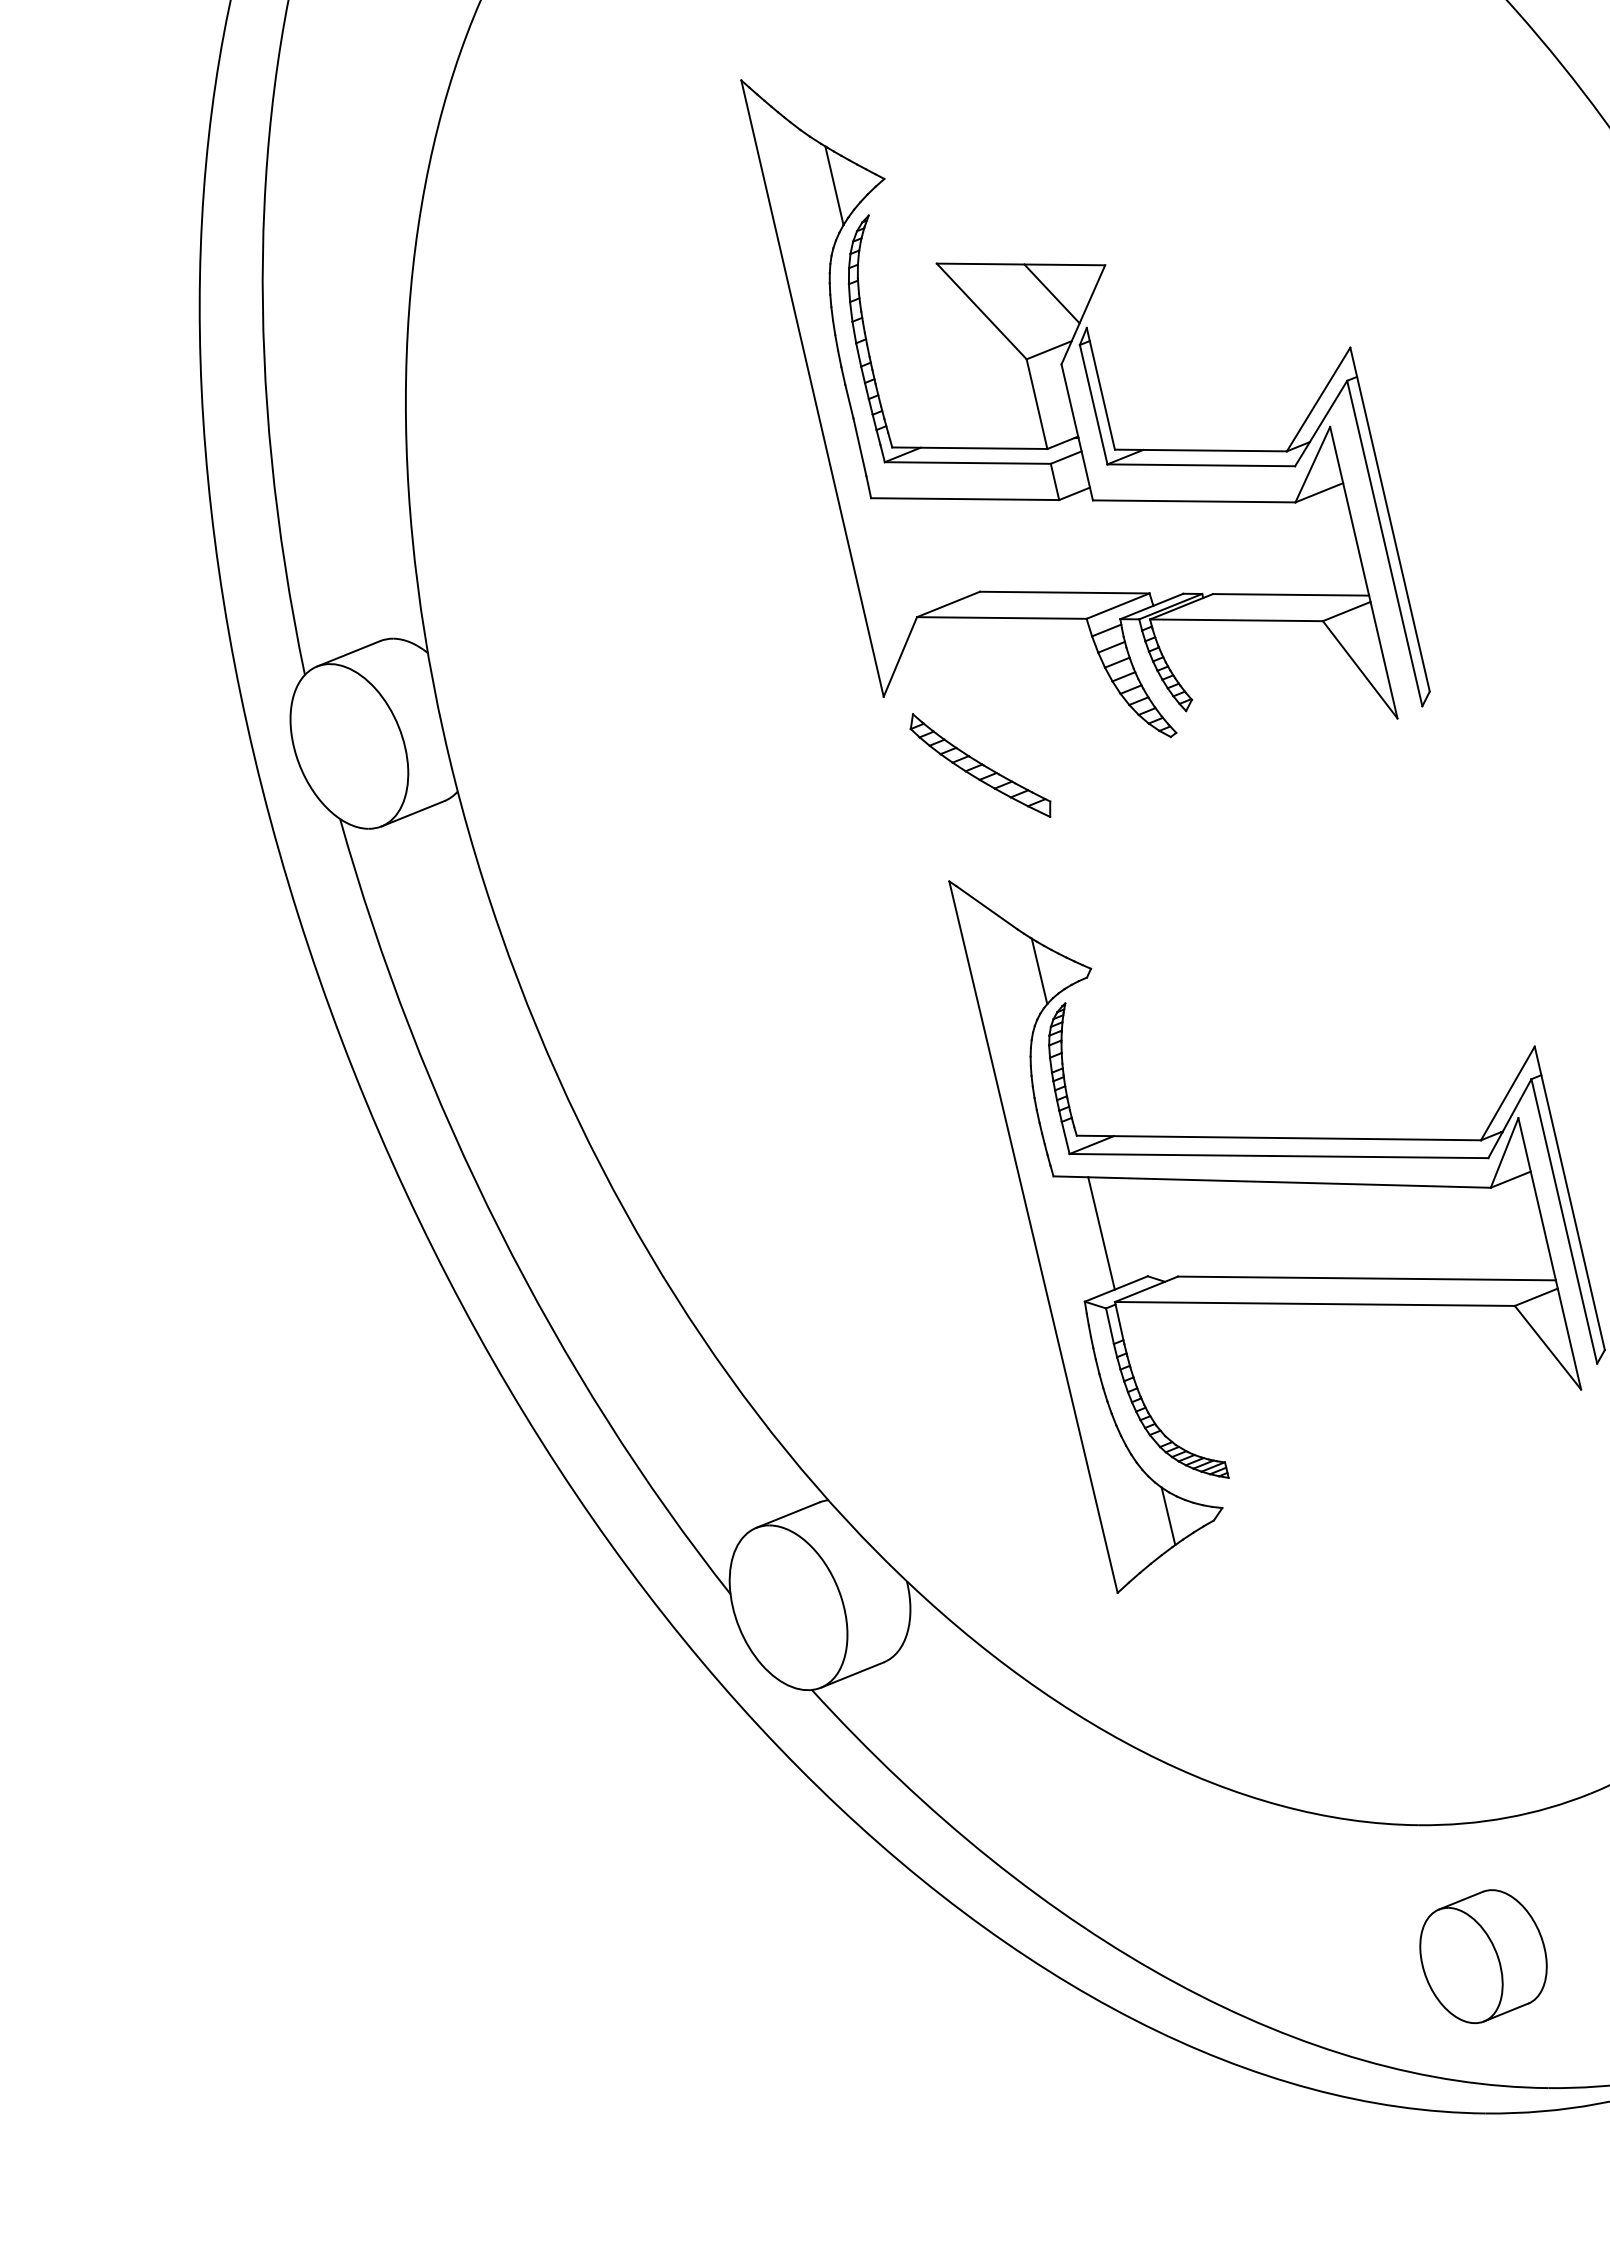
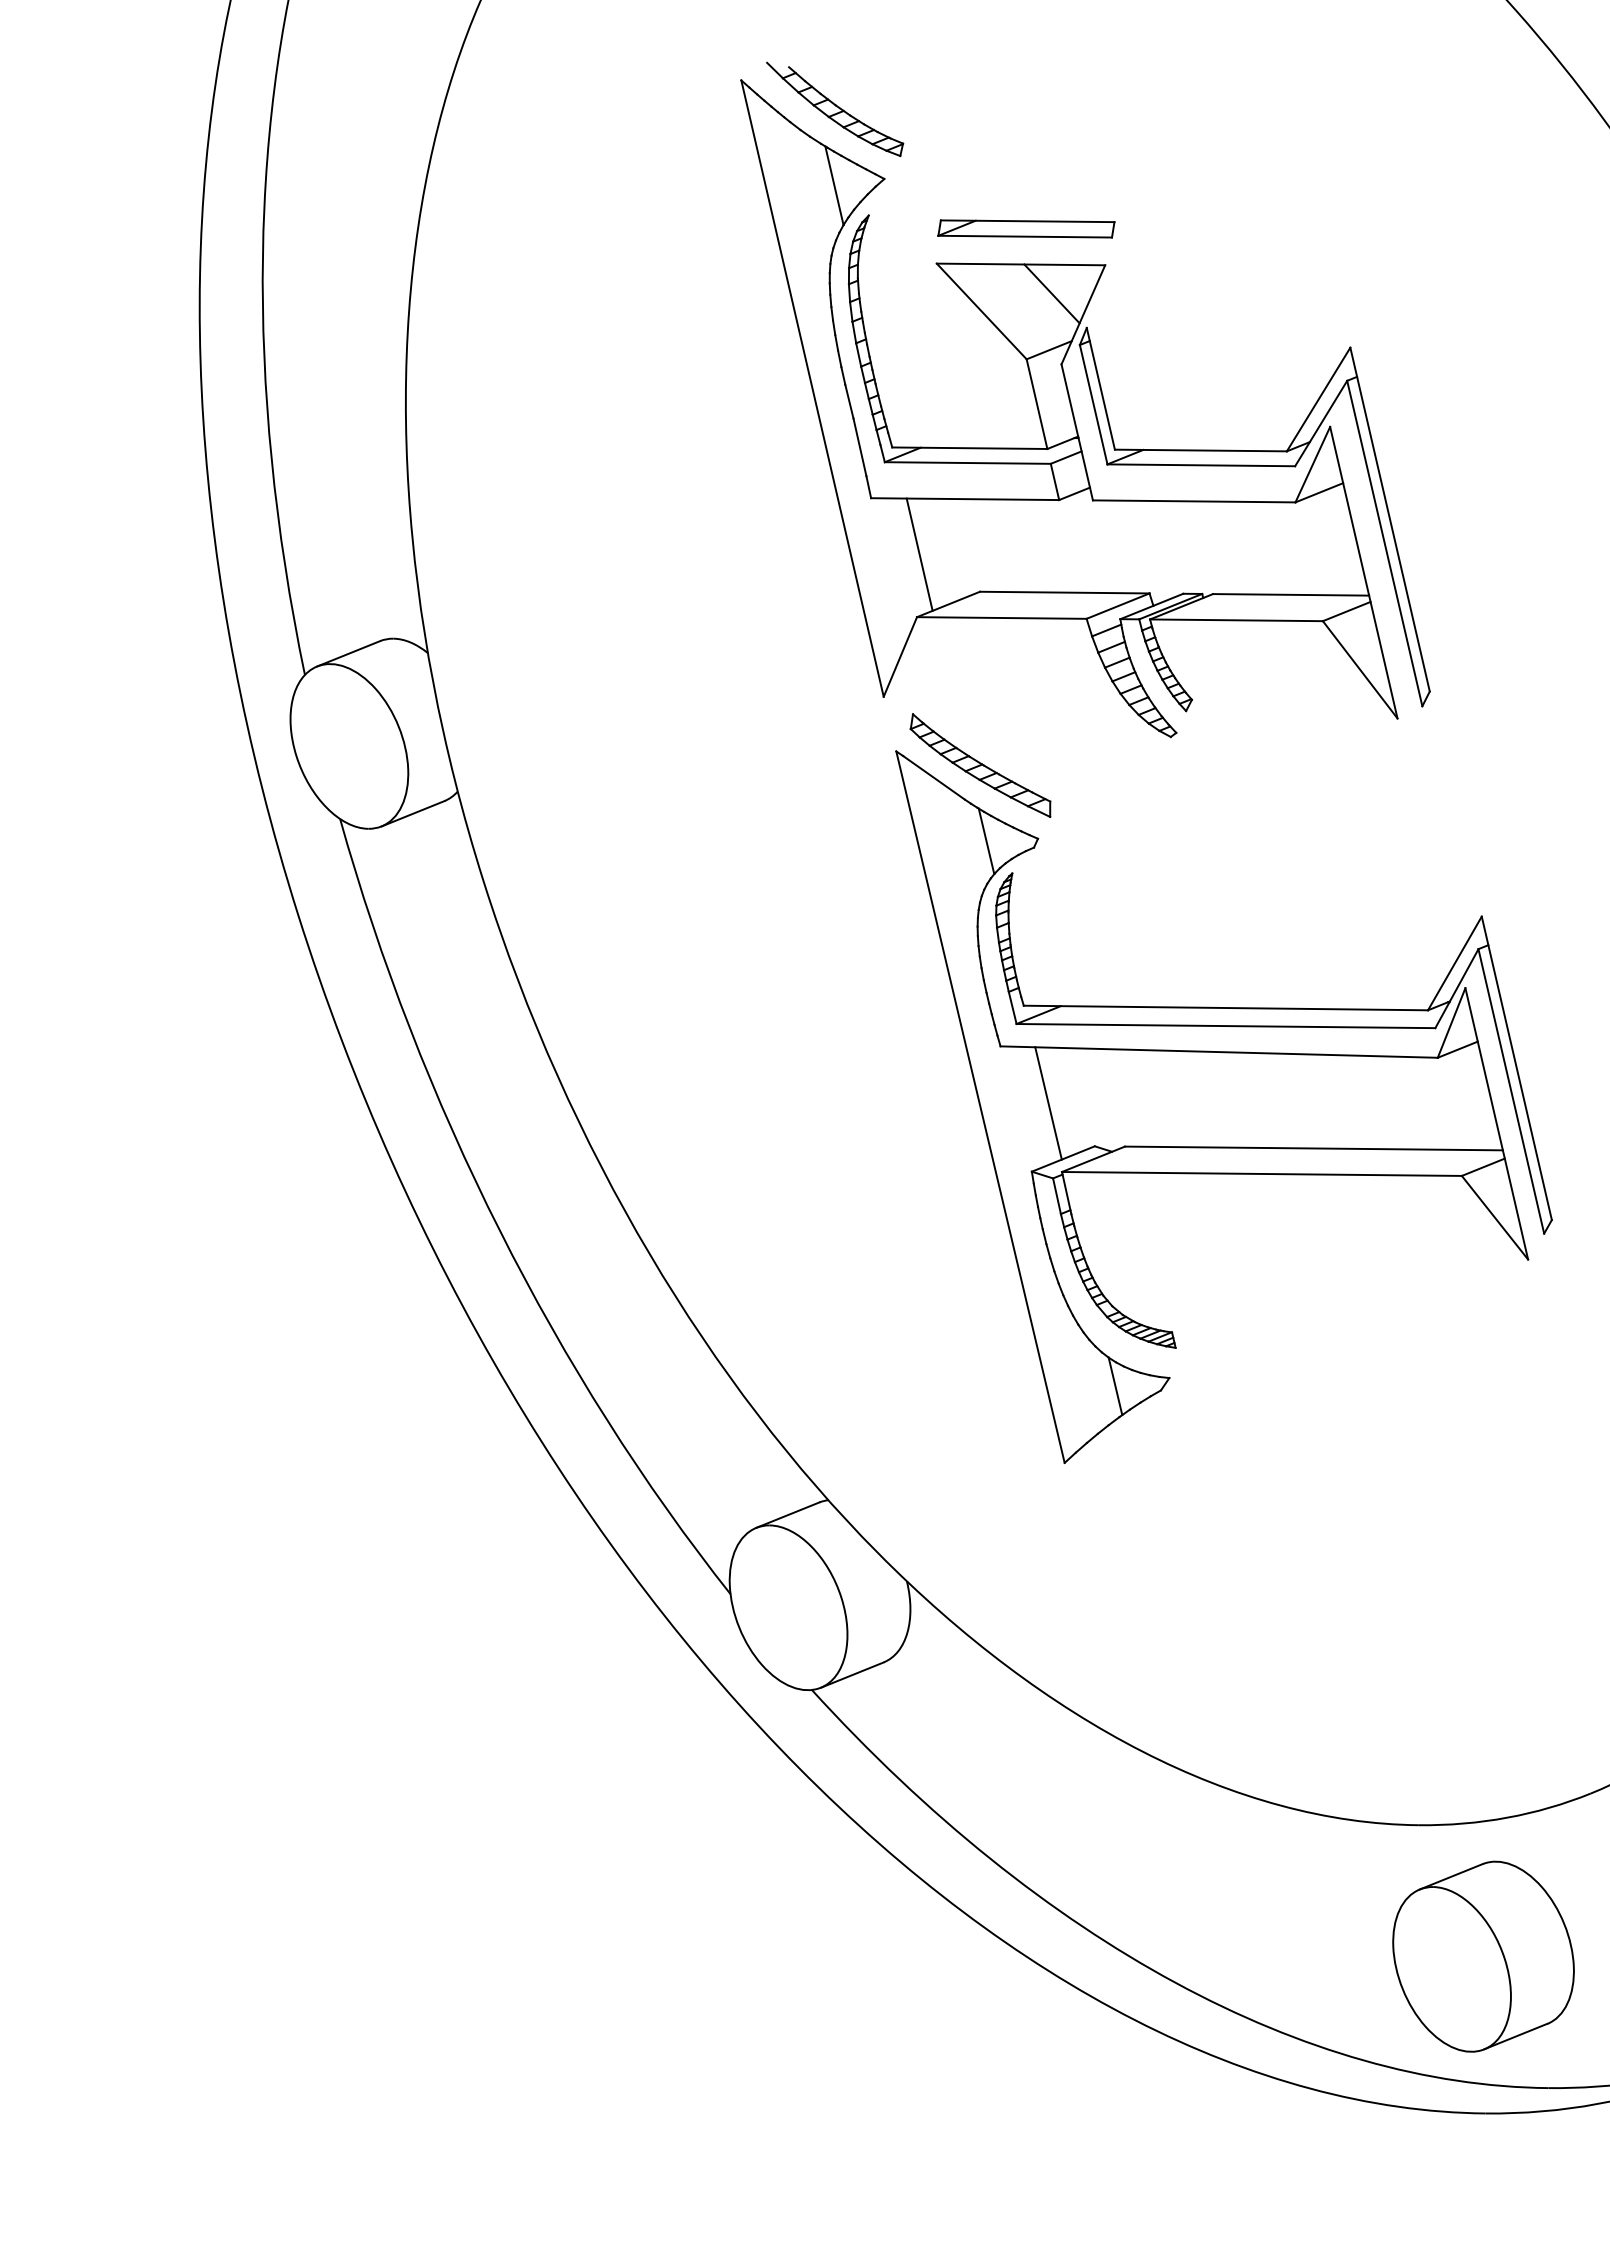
part at (835, 109): none -> present
part at (1026, 228): none -> present
line at (919, 554): none -> present
part at (1276, 1236) position: (1276, 1236) -> (1223, 1106)
part at (1483, 1956) size: 129x136 px -> 183x193 px
